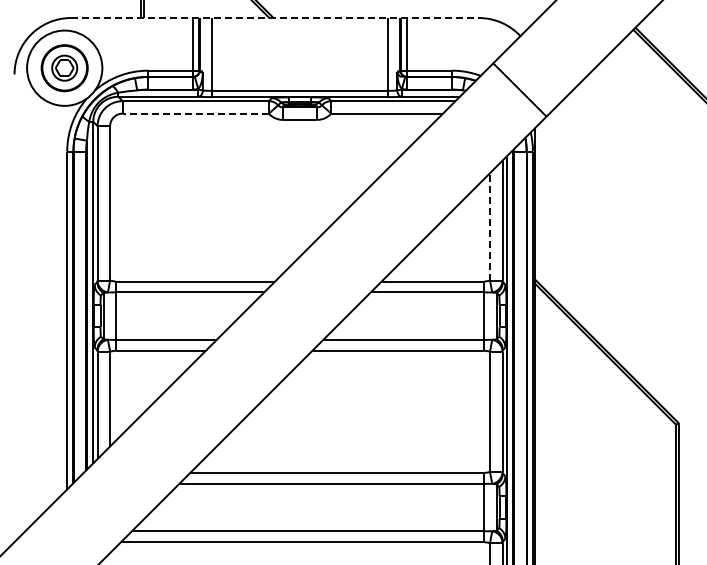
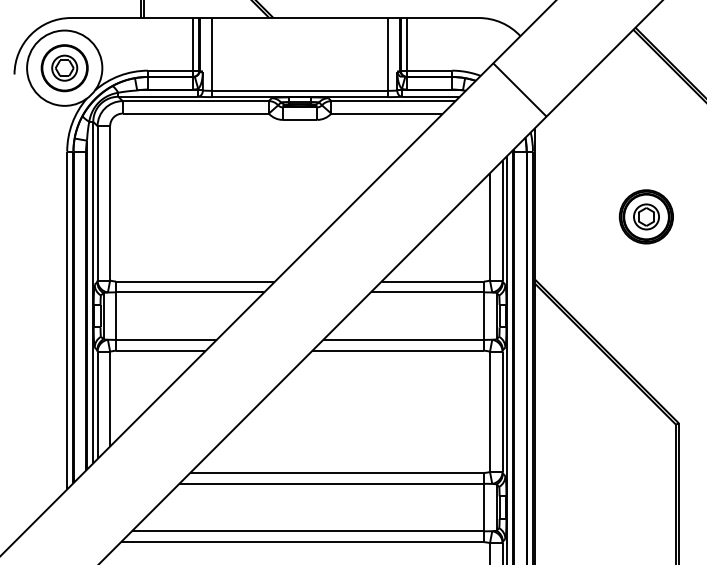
line at (274, 18): dashed -> solid
line at (195, 113): dashed -> solid
part at (645, 216): none -> present
line at (490, 226): dashed -> solid
